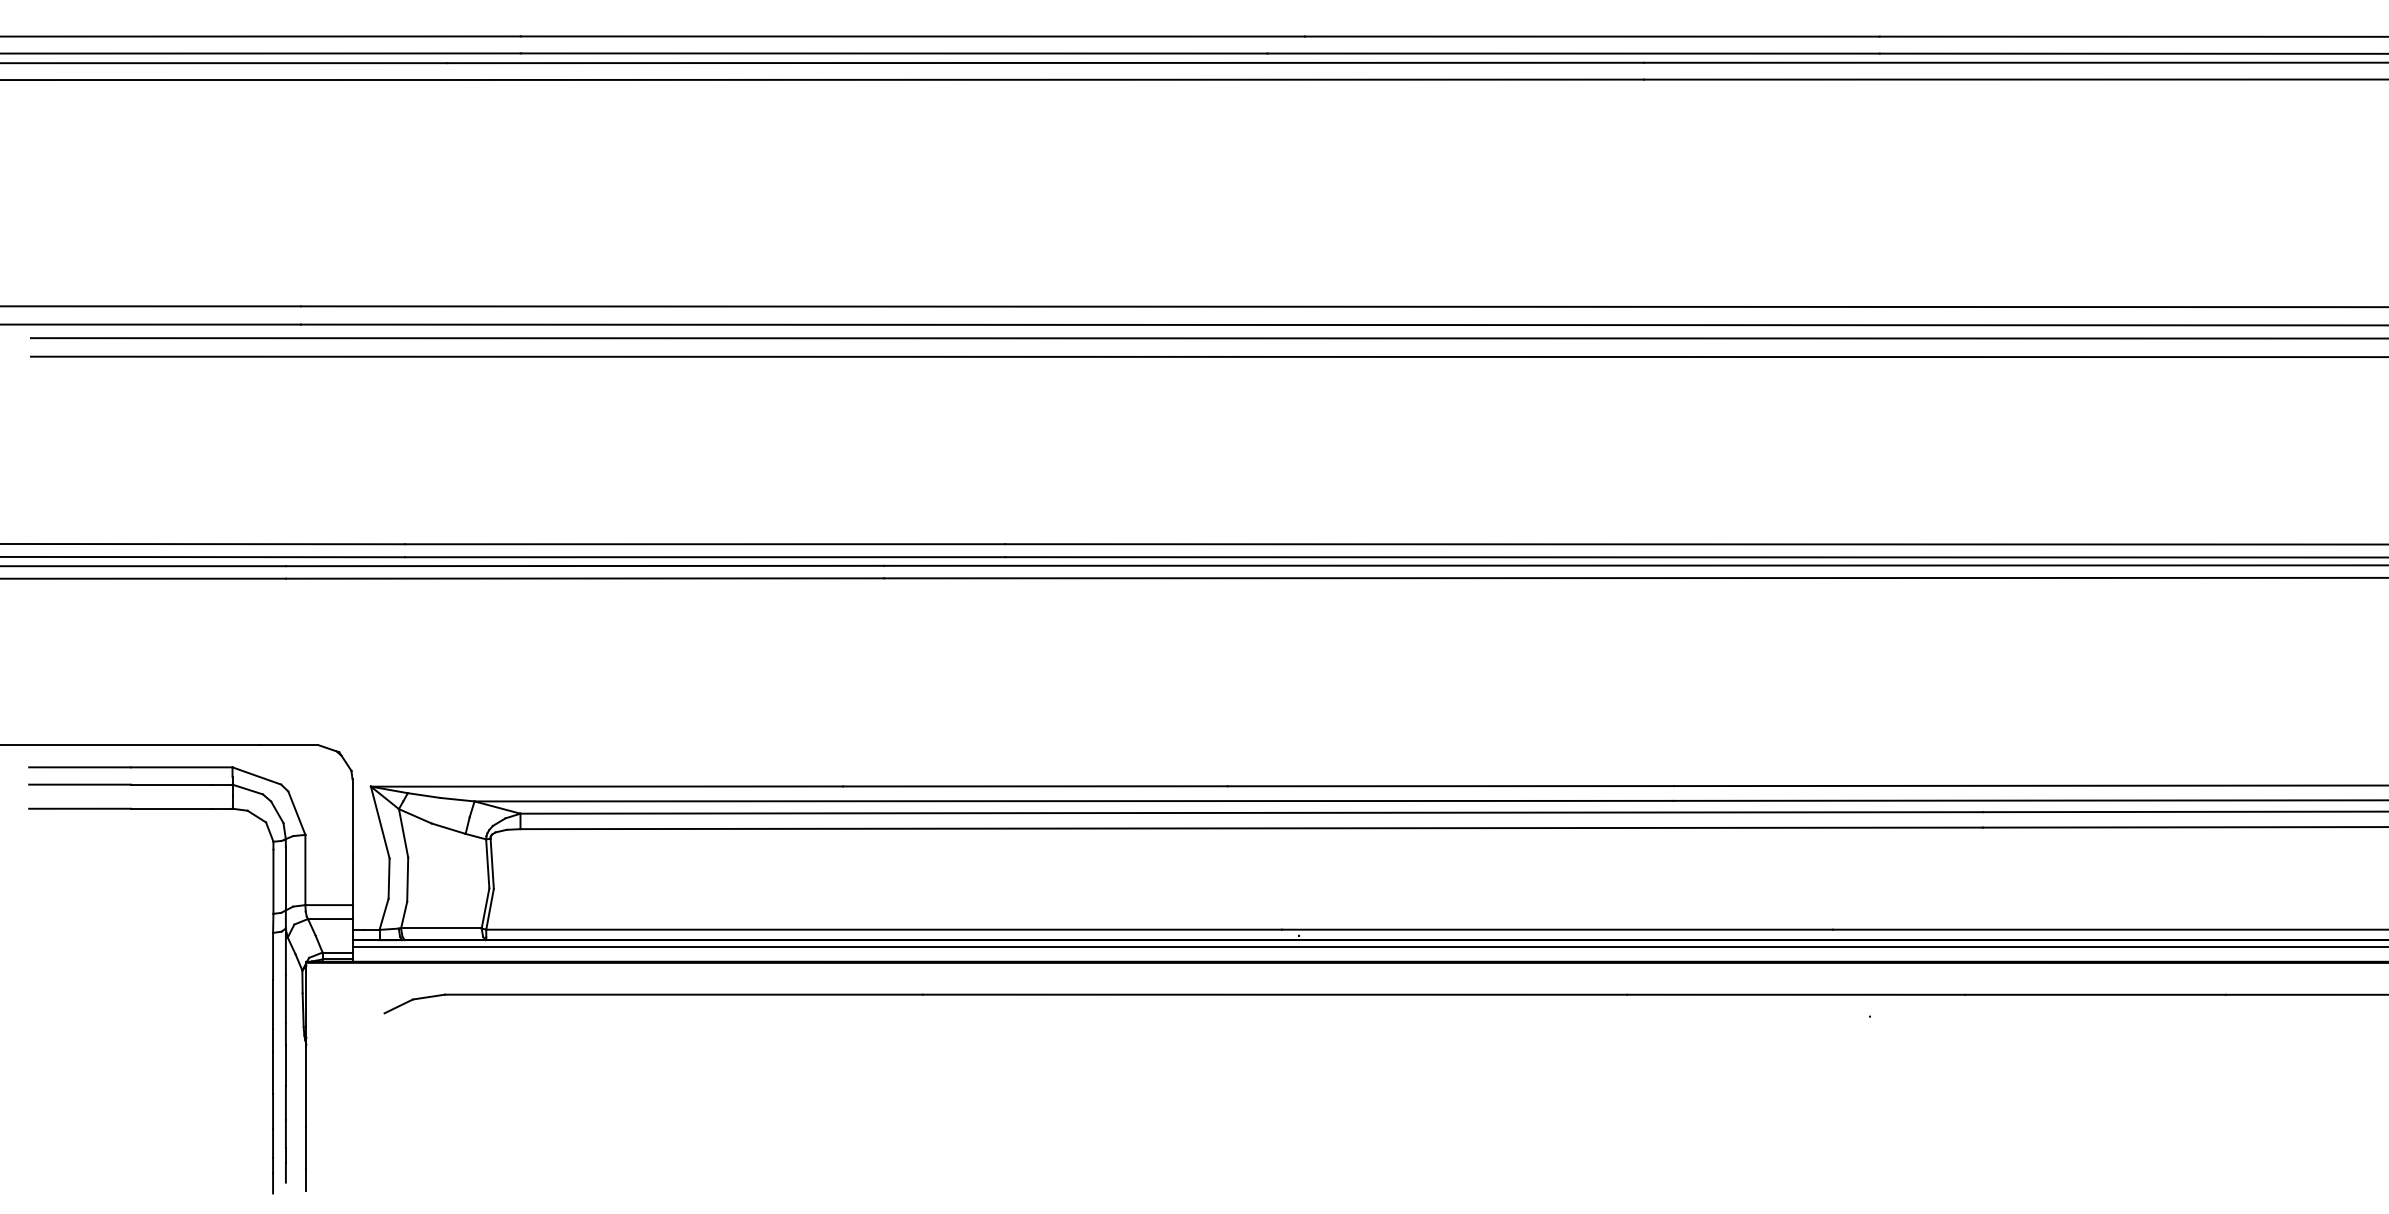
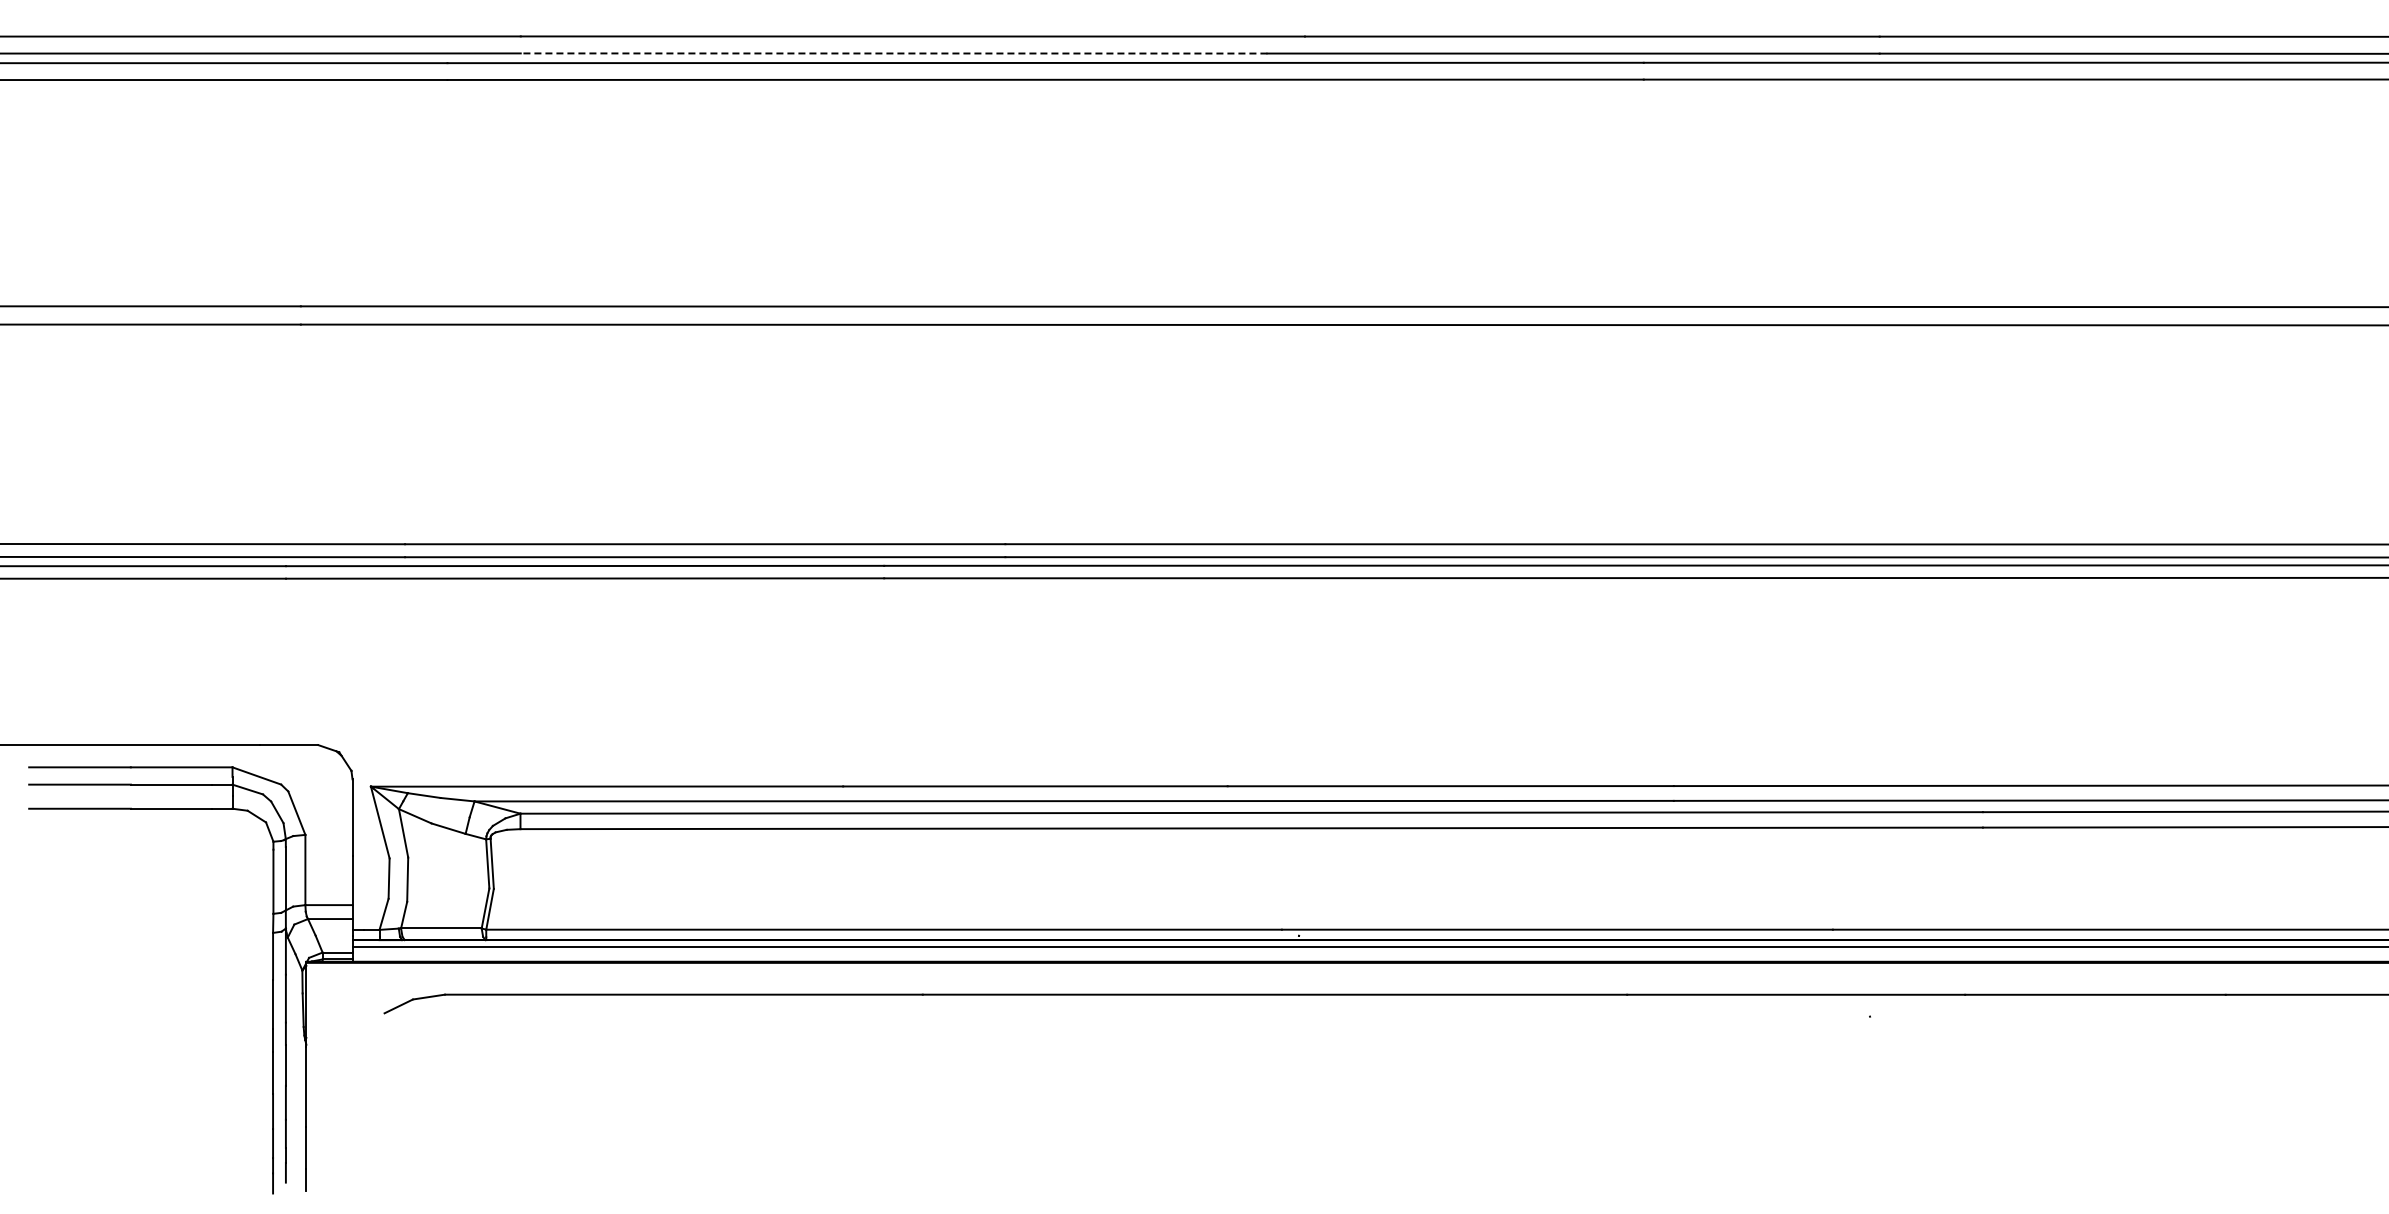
line at (893, 53): solid -> dashed
line at (1207, 338): present -> none
line at (1207, 356): present -> none
